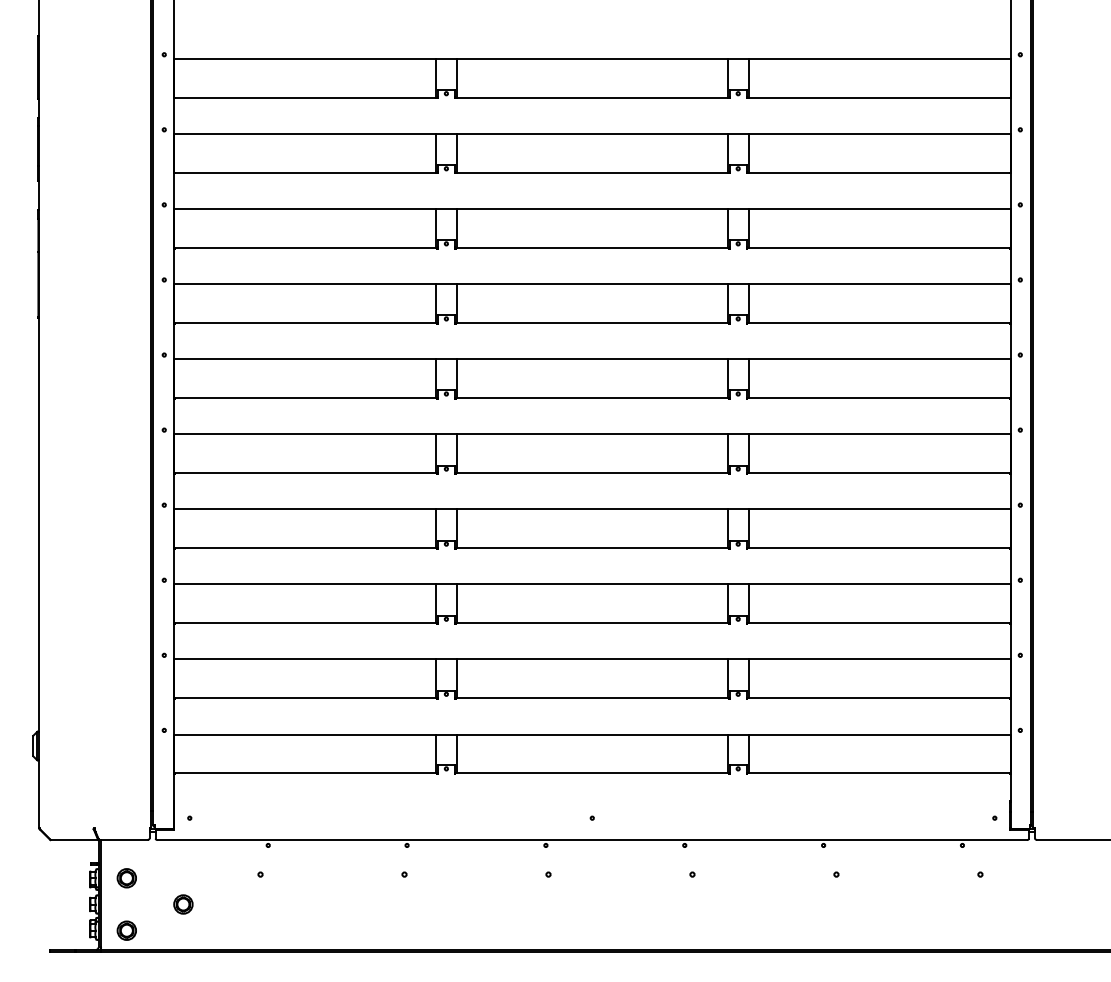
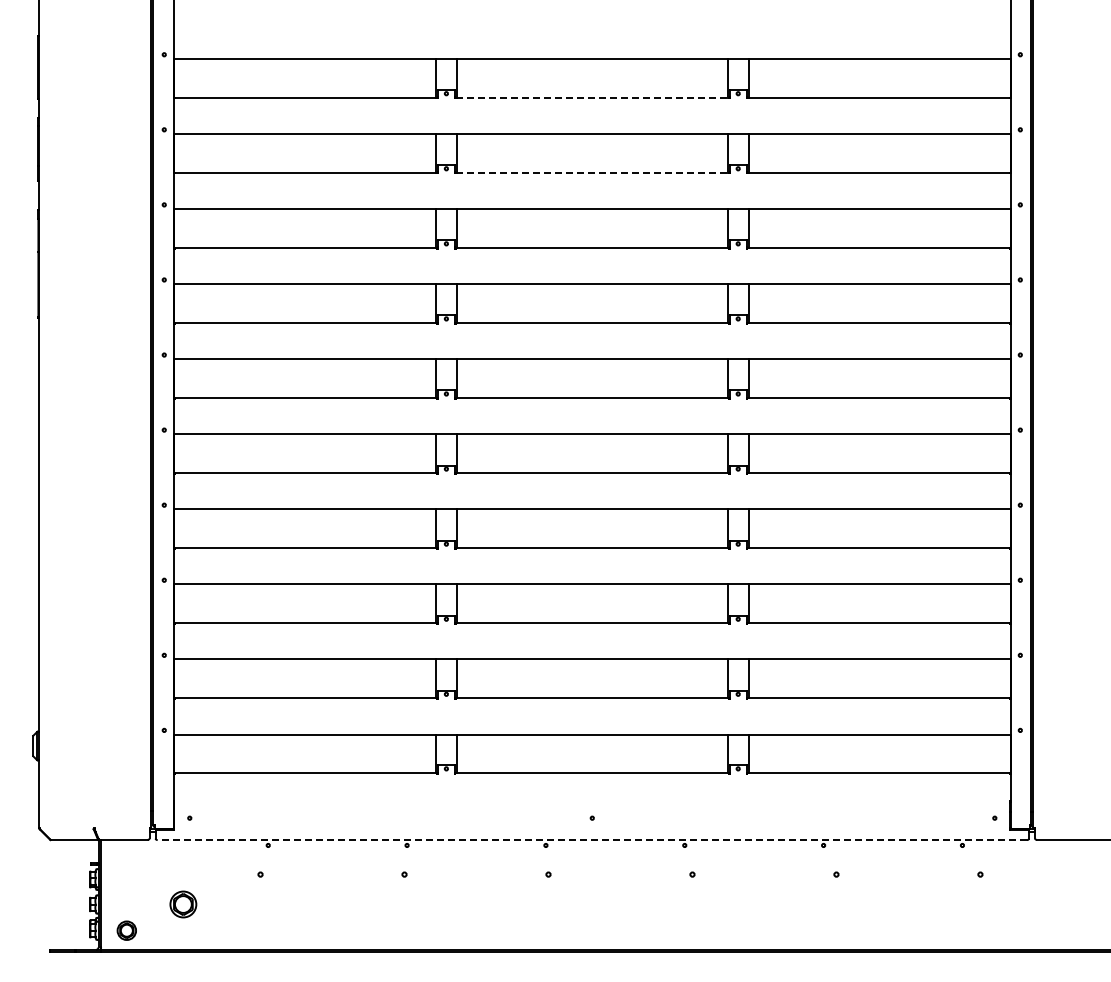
line at (592, 97): solid -> dashed
line at (592, 172): solid -> dashed
line at (592, 840): solid -> dashed
part at (126, 878): present -> none
part at (183, 904) size: 21x21 px -> 29x29 px
